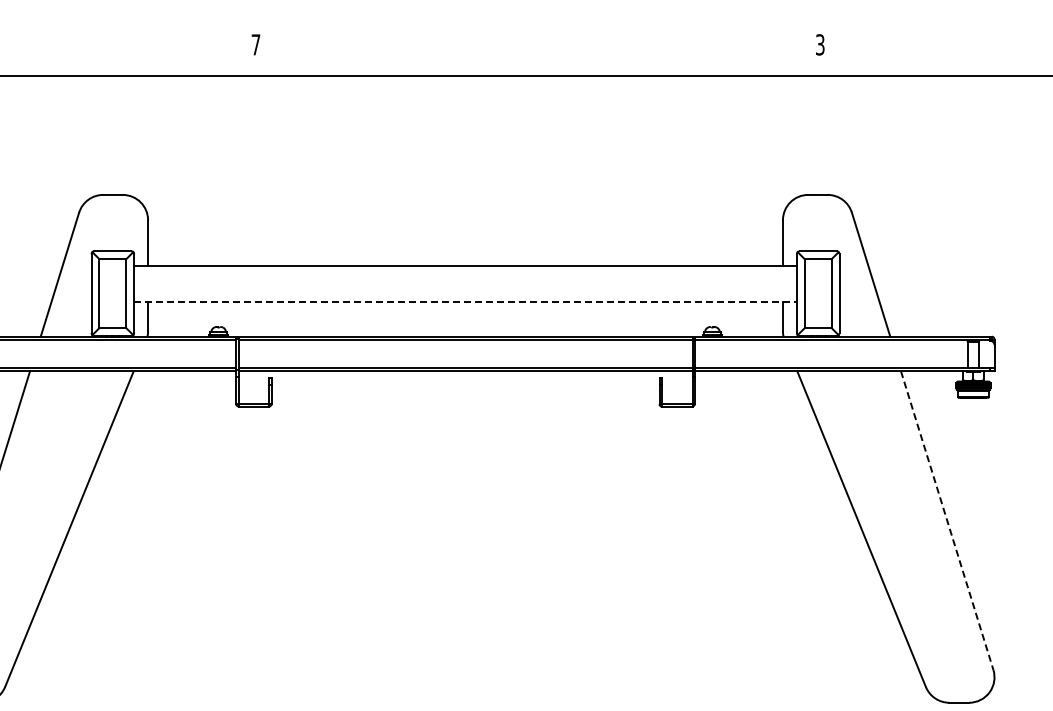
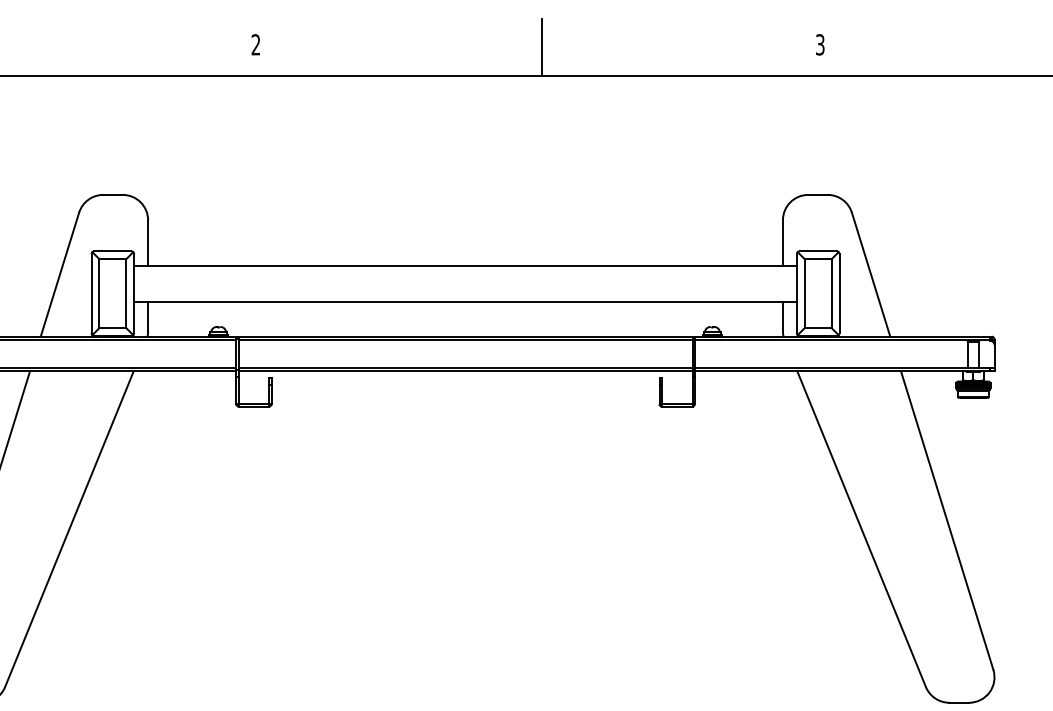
text at (255, 44): 7 -> 2
line at (541, 47): none -> present
line at (466, 301): dashed -> solid
line at (947, 521): dashed -> solid
